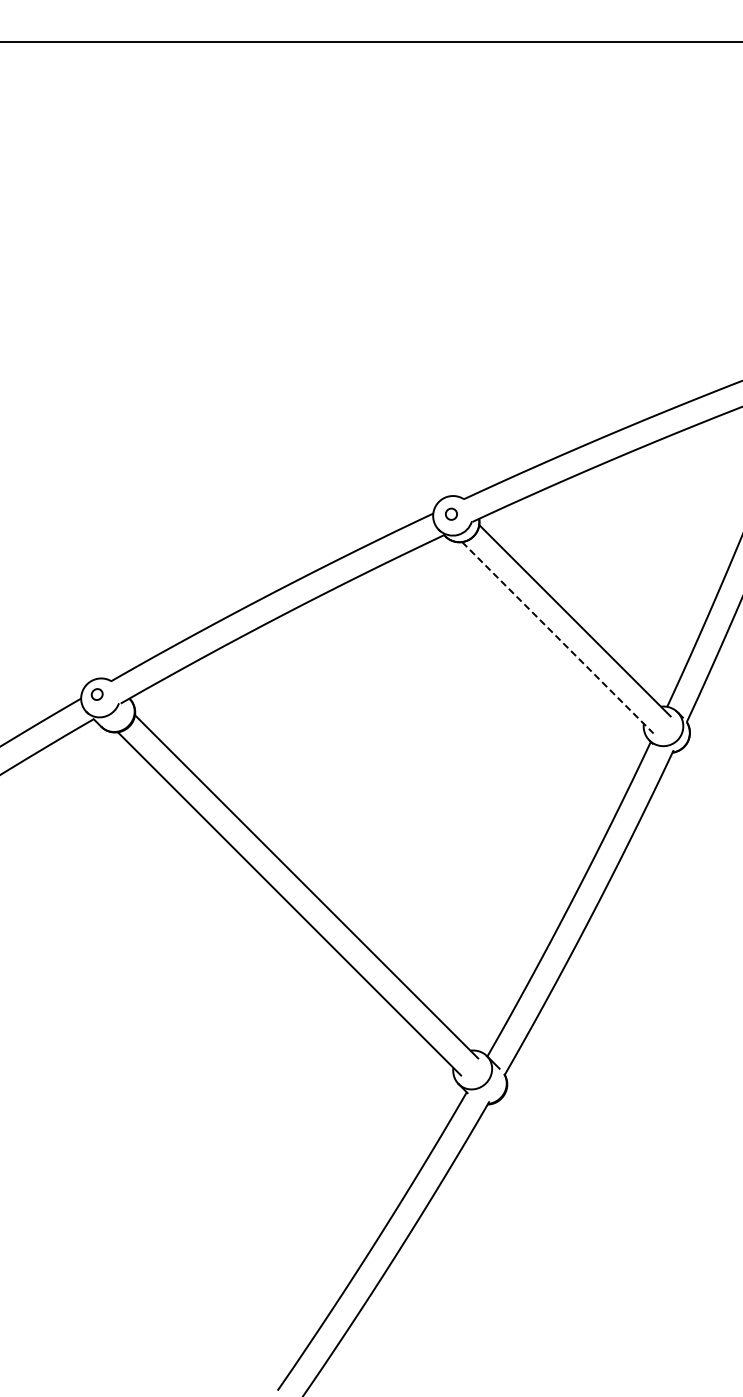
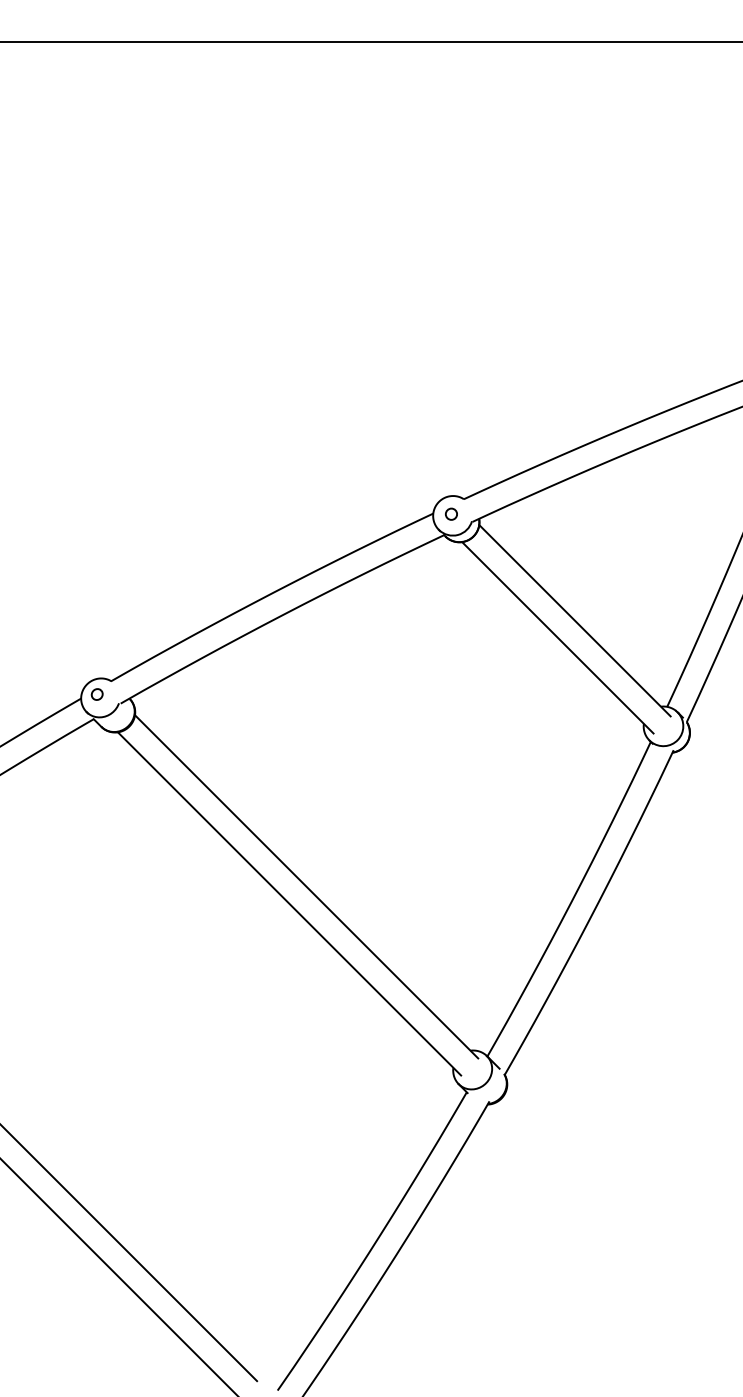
line at (558, 638): dashed -> solid
line at (129, 1253): none -> present
line at (118, 1276): none -> present
